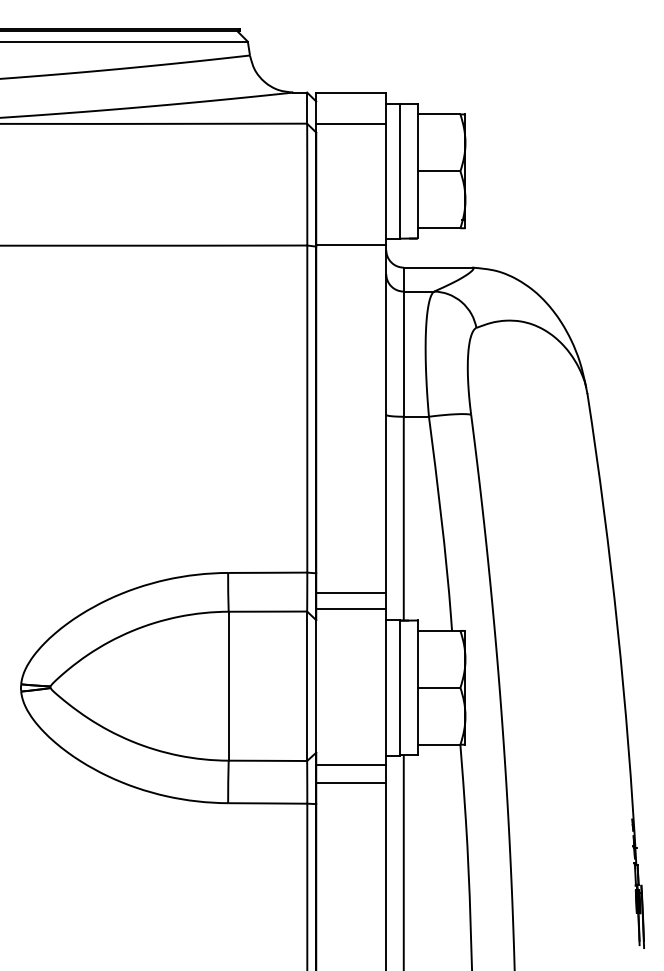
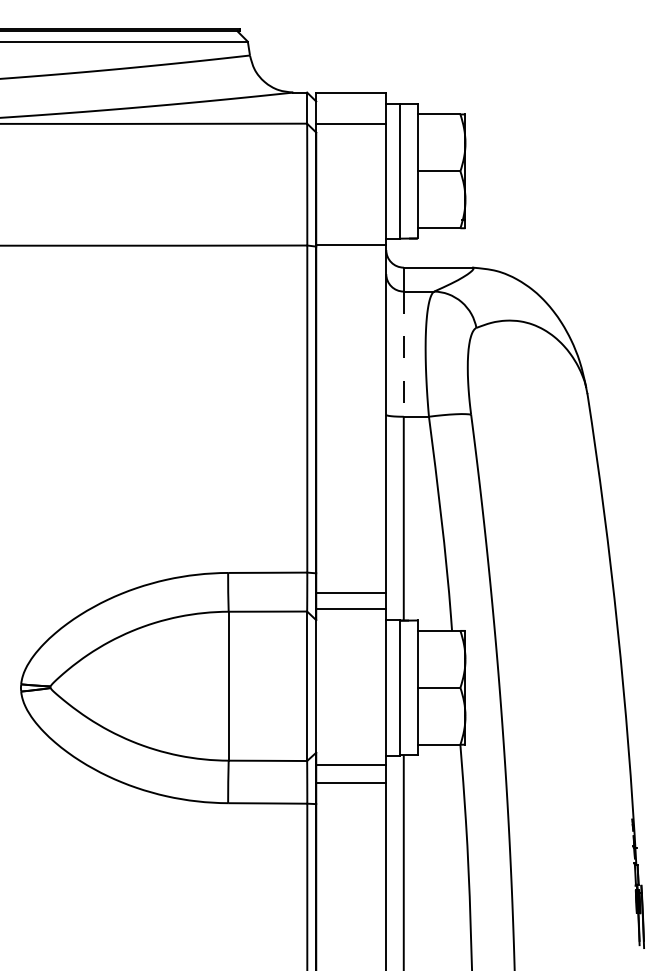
line at (403, 354): solid -> dashed
